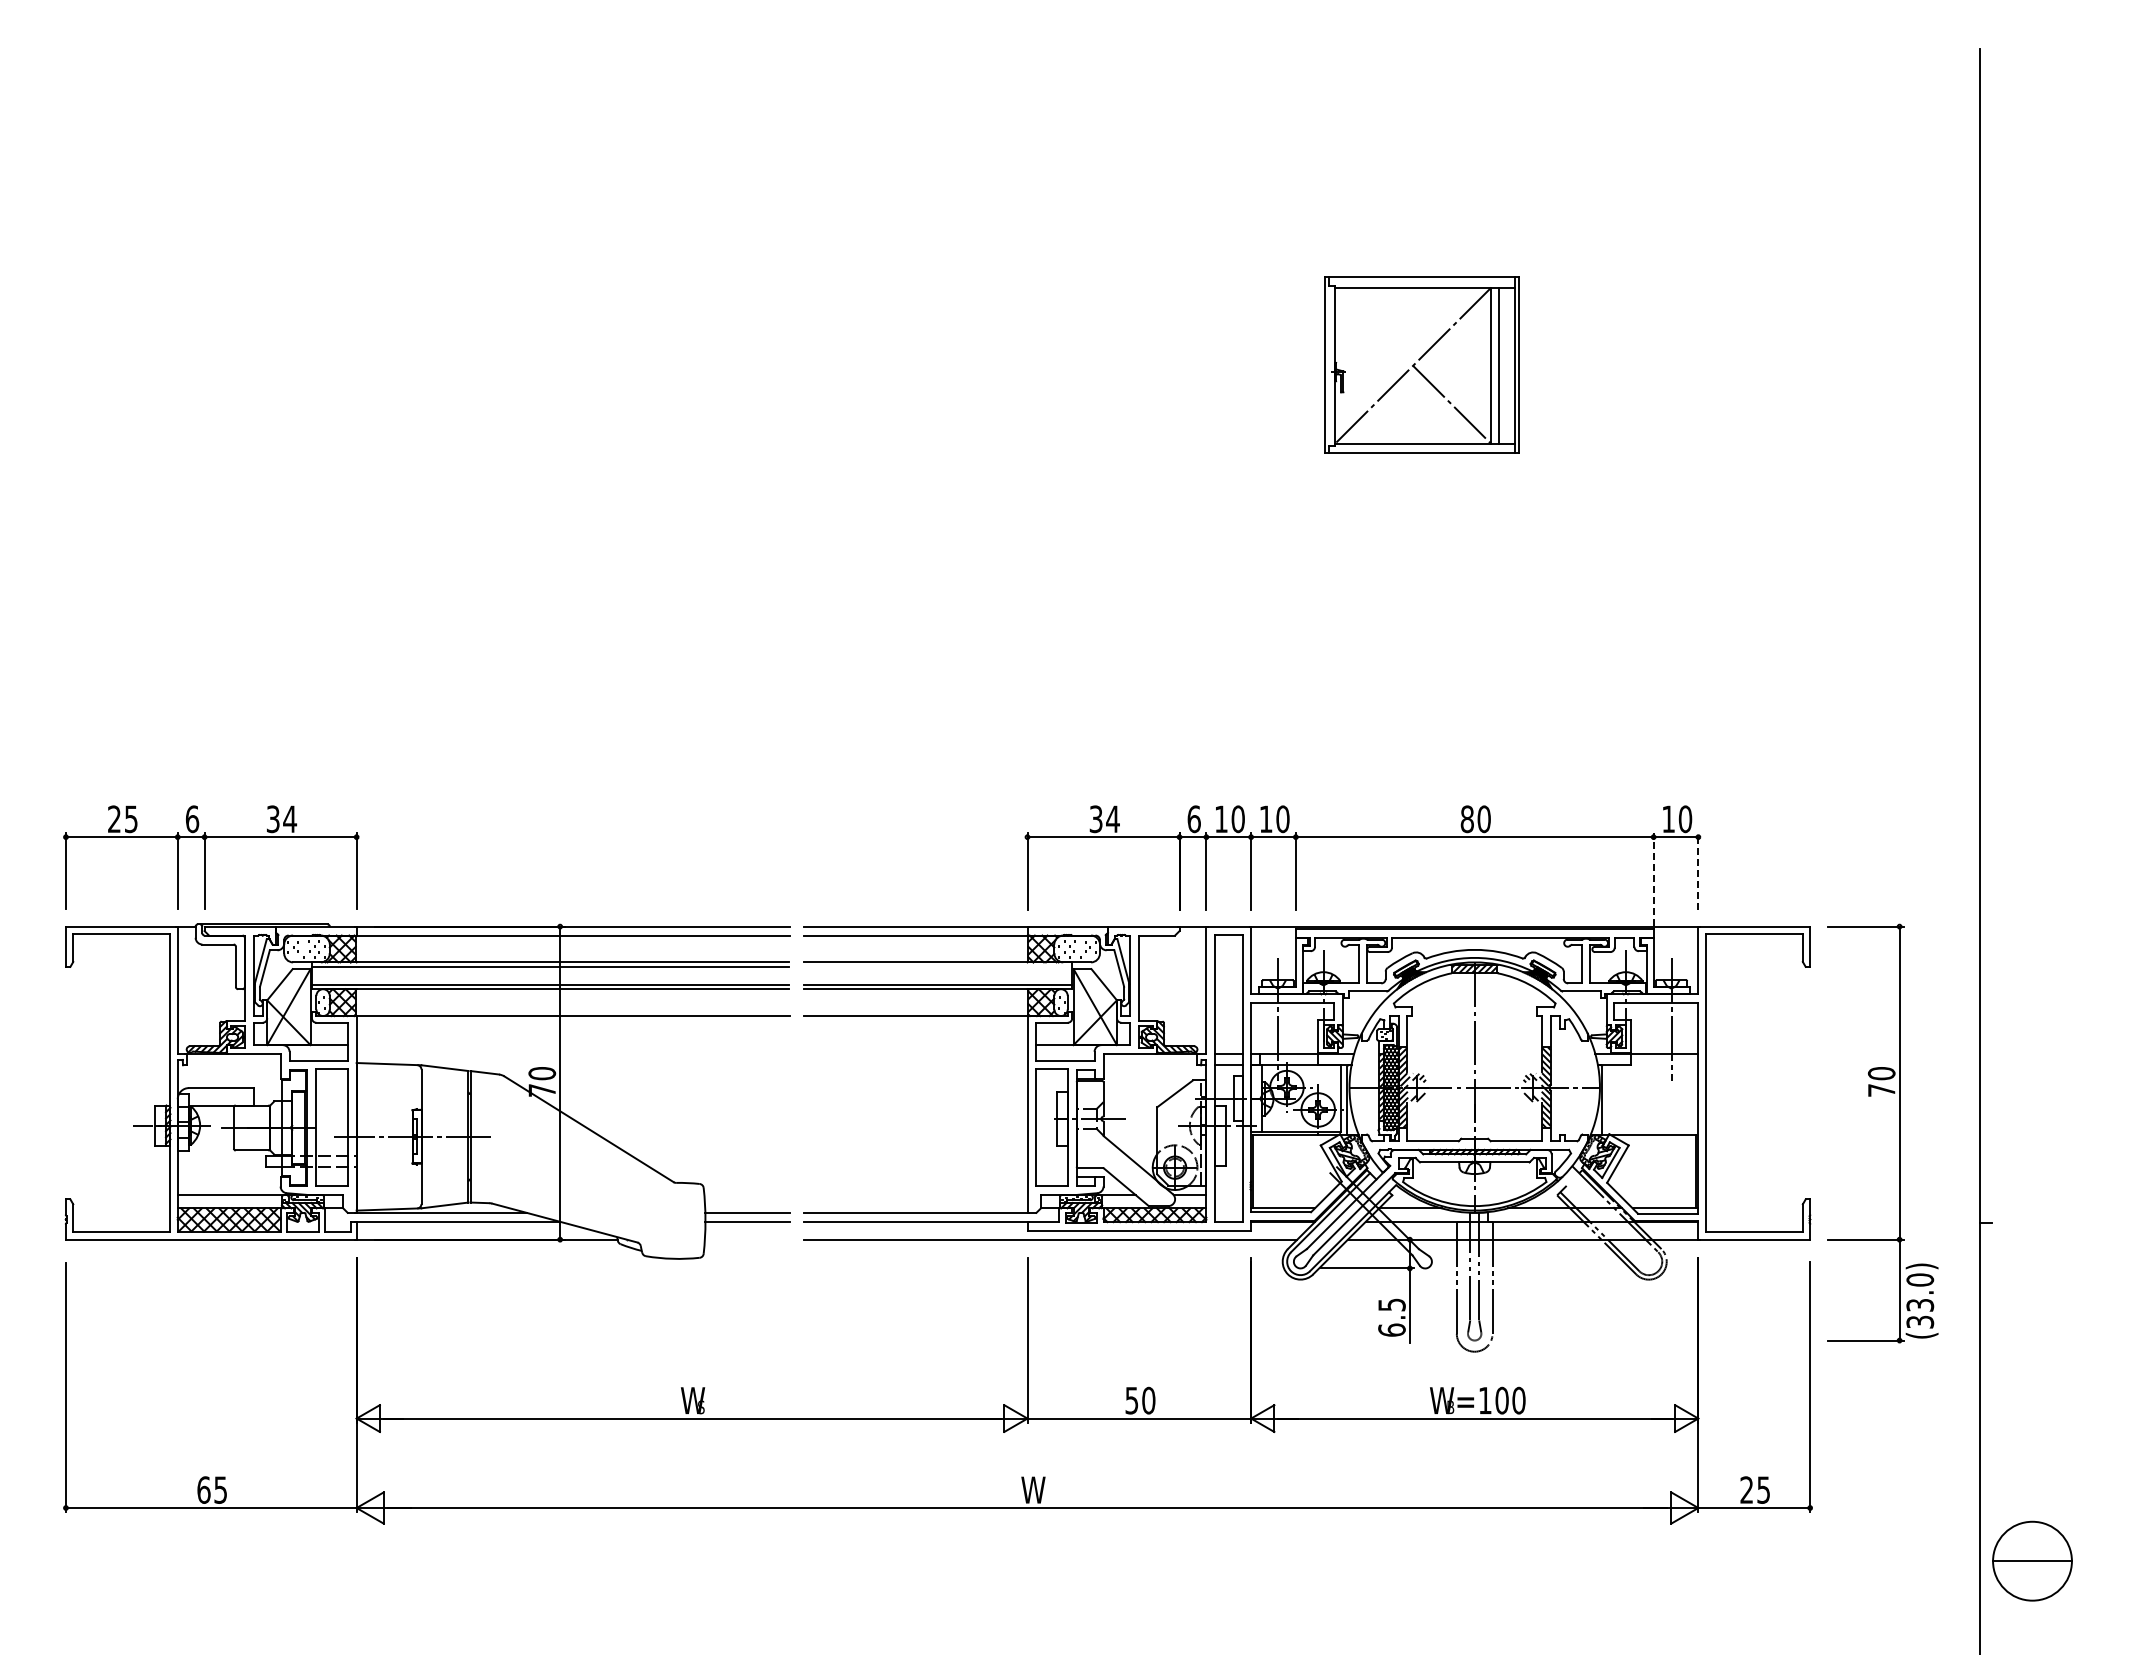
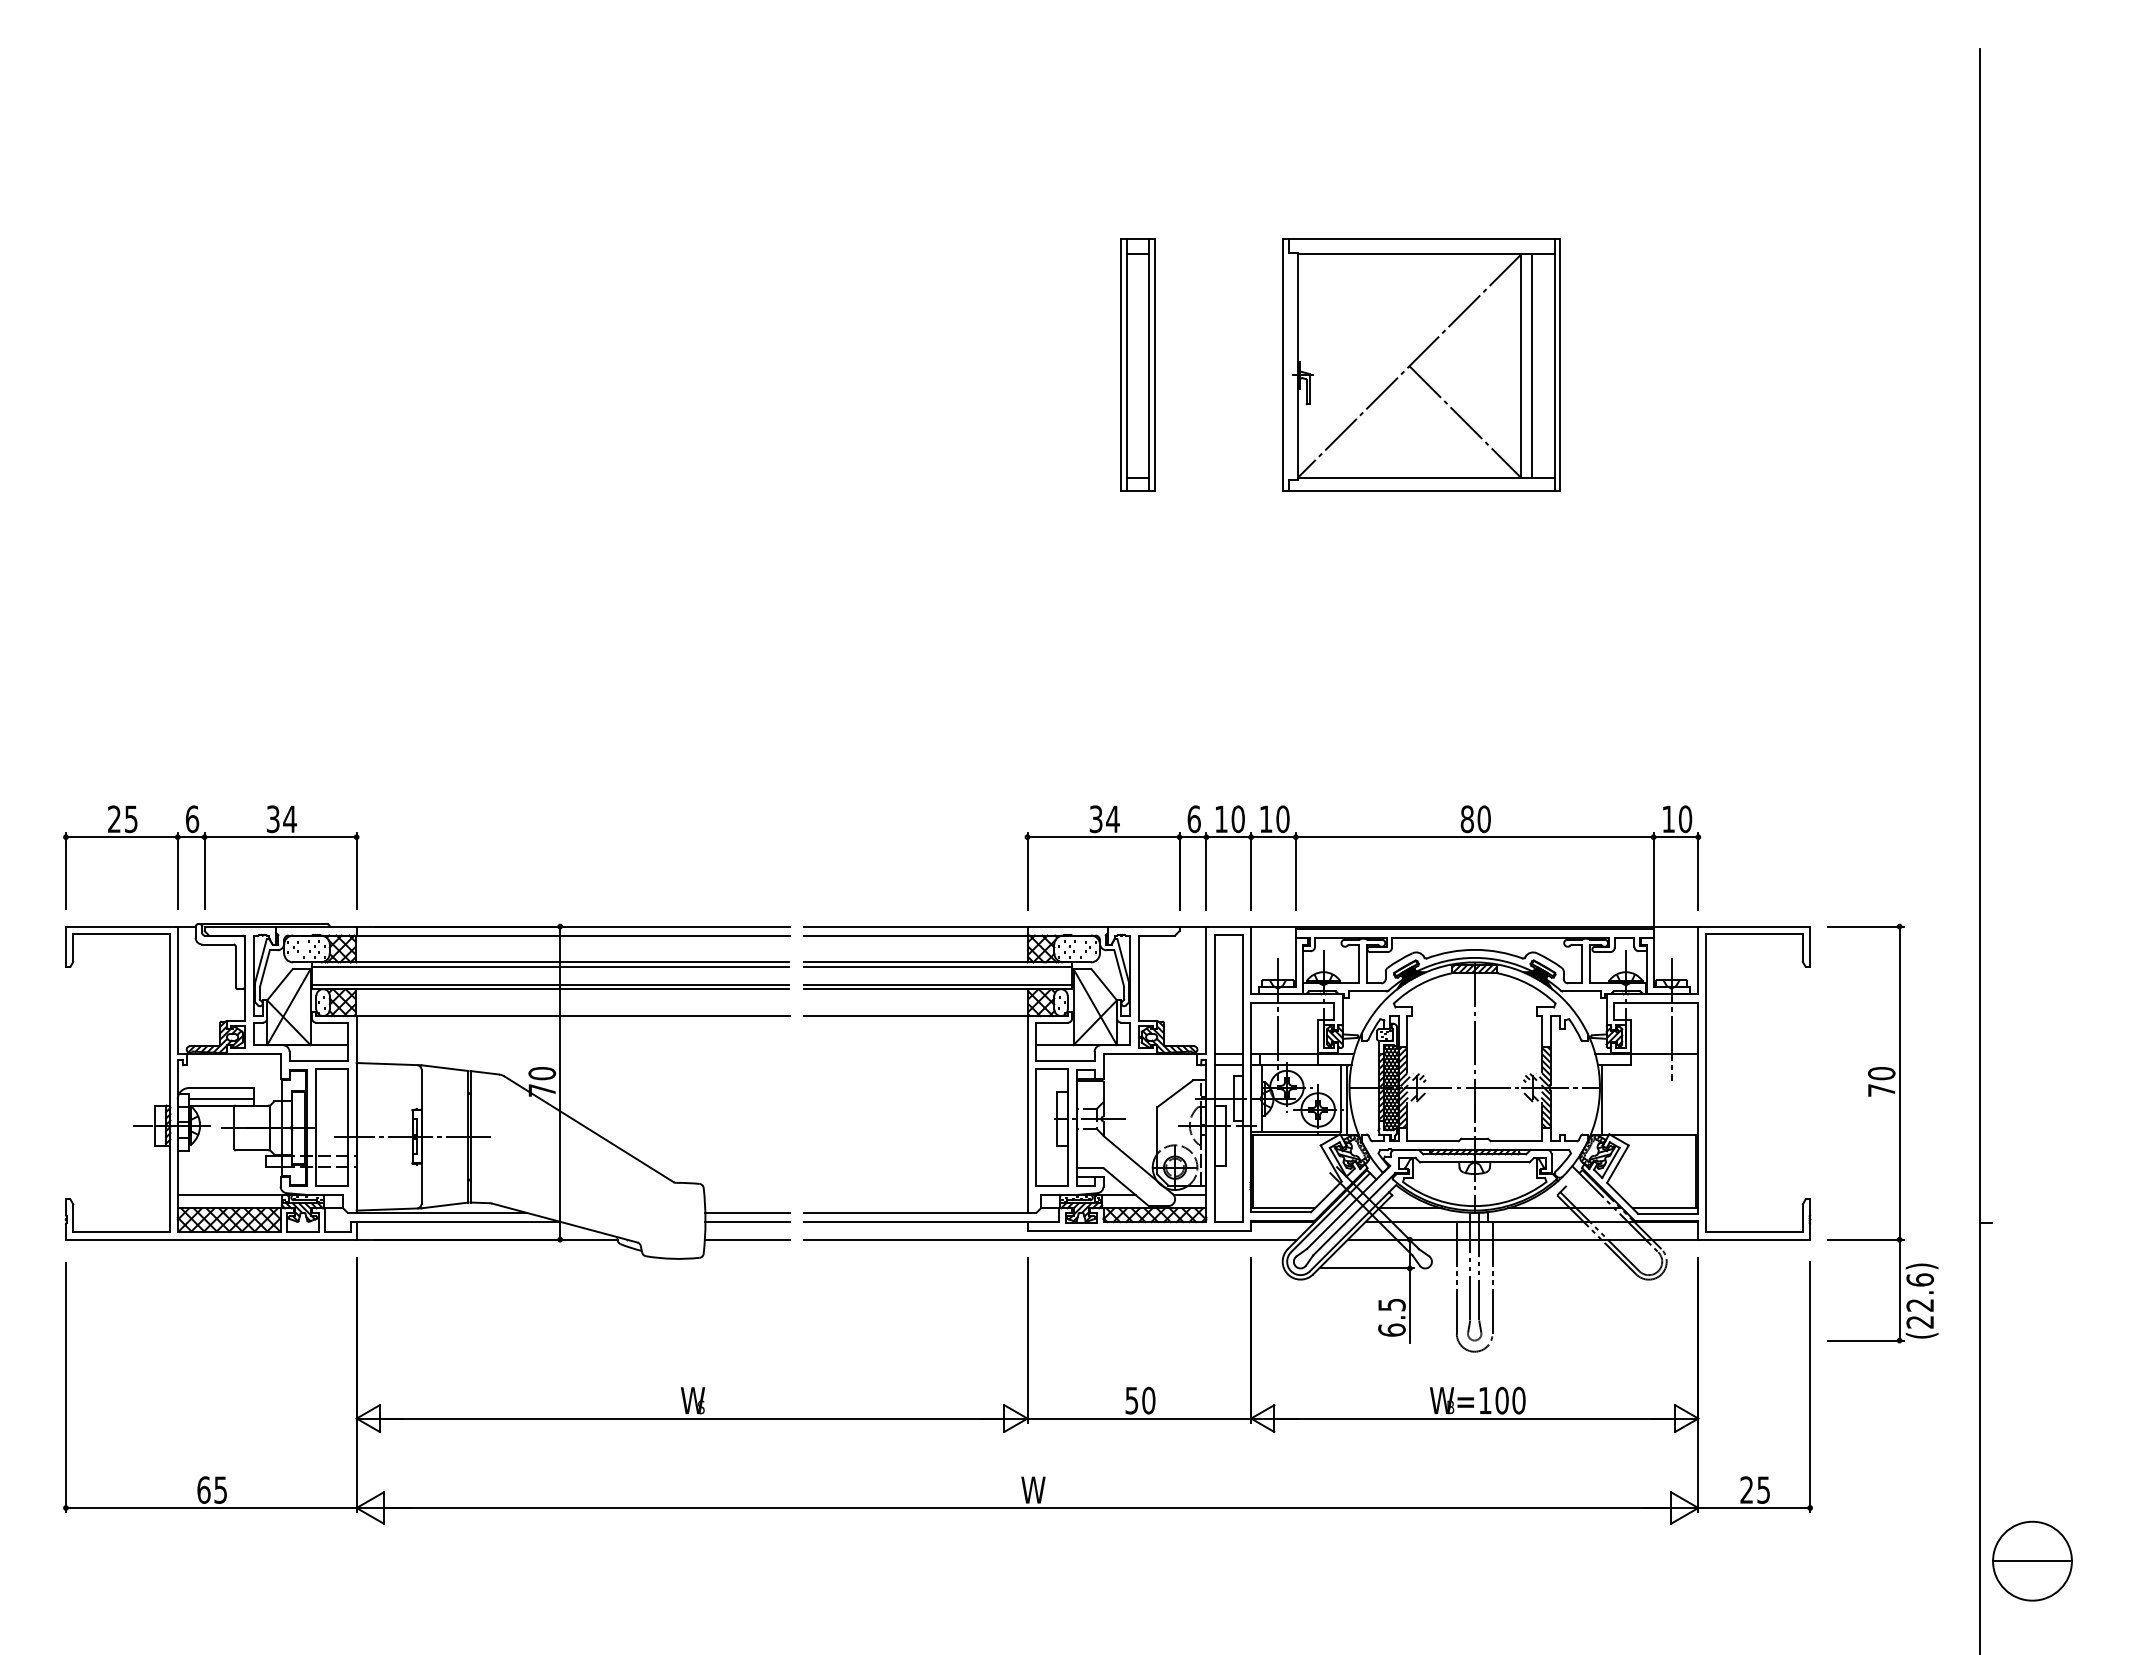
part at (1137, 364): none -> present
part at (1421, 364) size: 196x178 px -> 279x254 px
line at (1698, 871): dashed -> solid
line at (1653, 879): dashed -> solid
line at (937, 966): none -> present
line at (220, 1099): none -> present
line at (747, 1239): none -> present
text at (1920, 1300): (33.0) -> (22.6)
